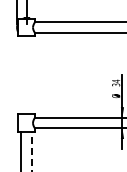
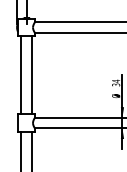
line at (21, 75): none -> present
line at (32, 75): none -> present
line at (32, 151): dashed -> solid
